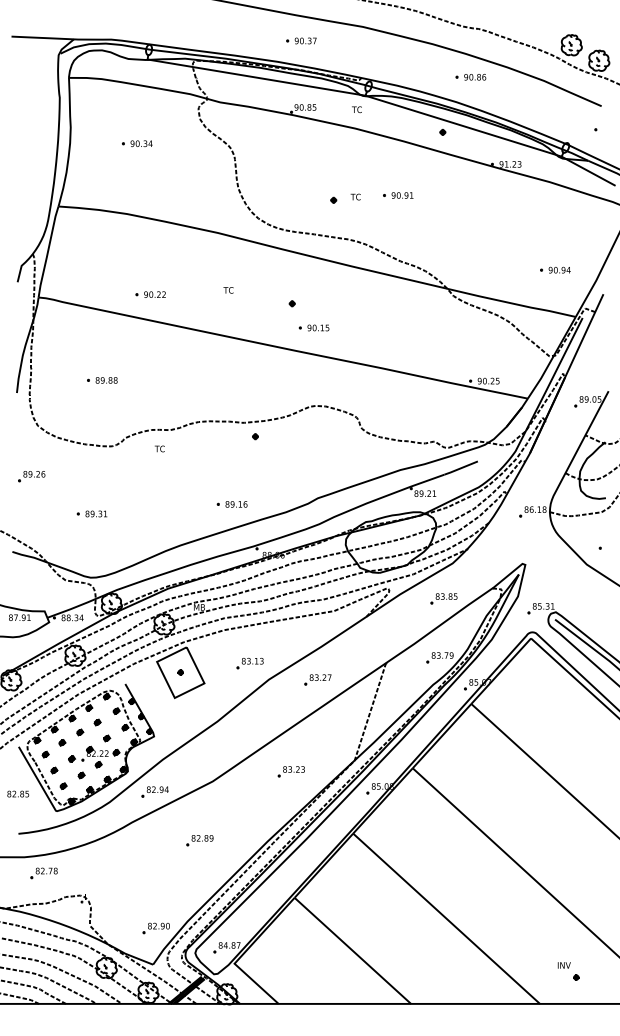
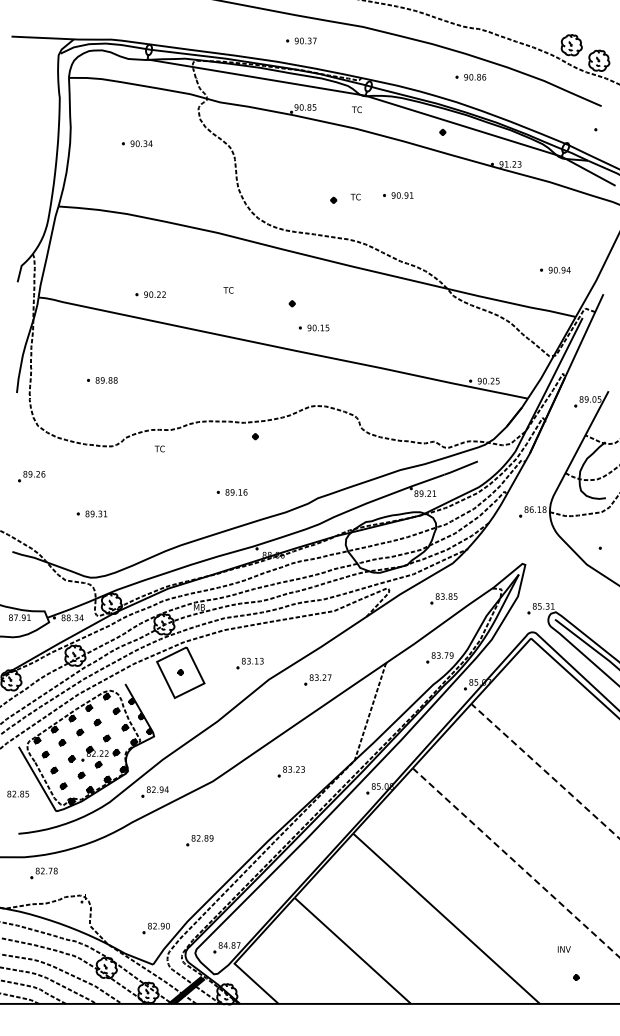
part at (231, 504) position: (231, 504) -> (231, 492)
line at (545, 771): solid -> dashed
line at (516, 863): solid -> dashed
text at (563, 965) position: (563, 965) -> (563, 949)
